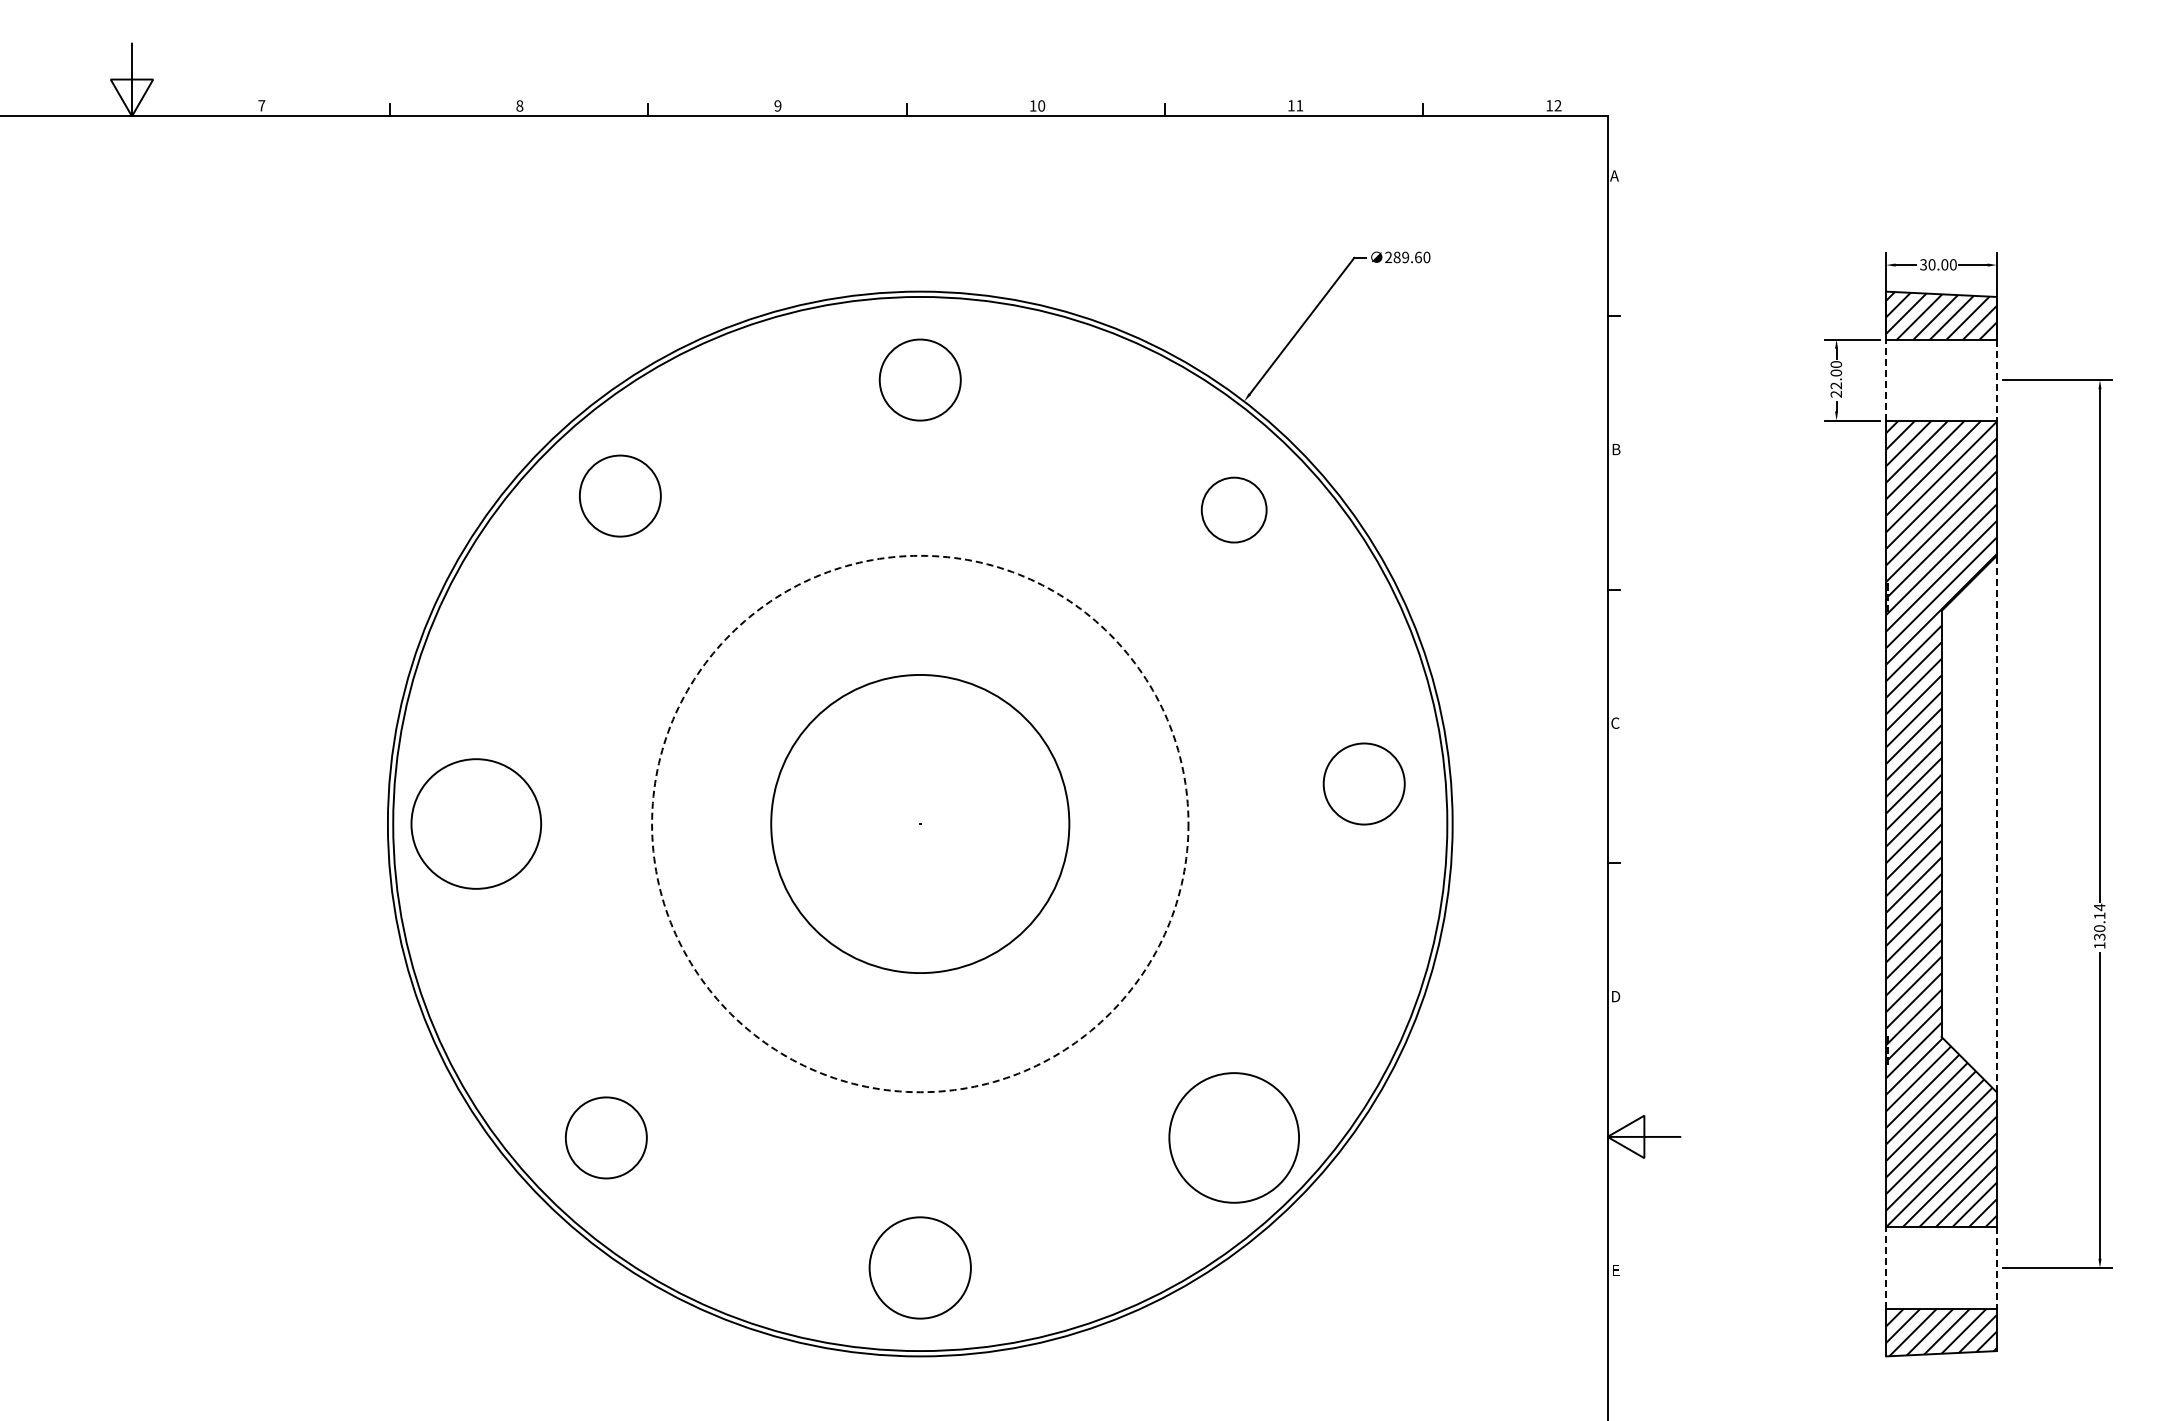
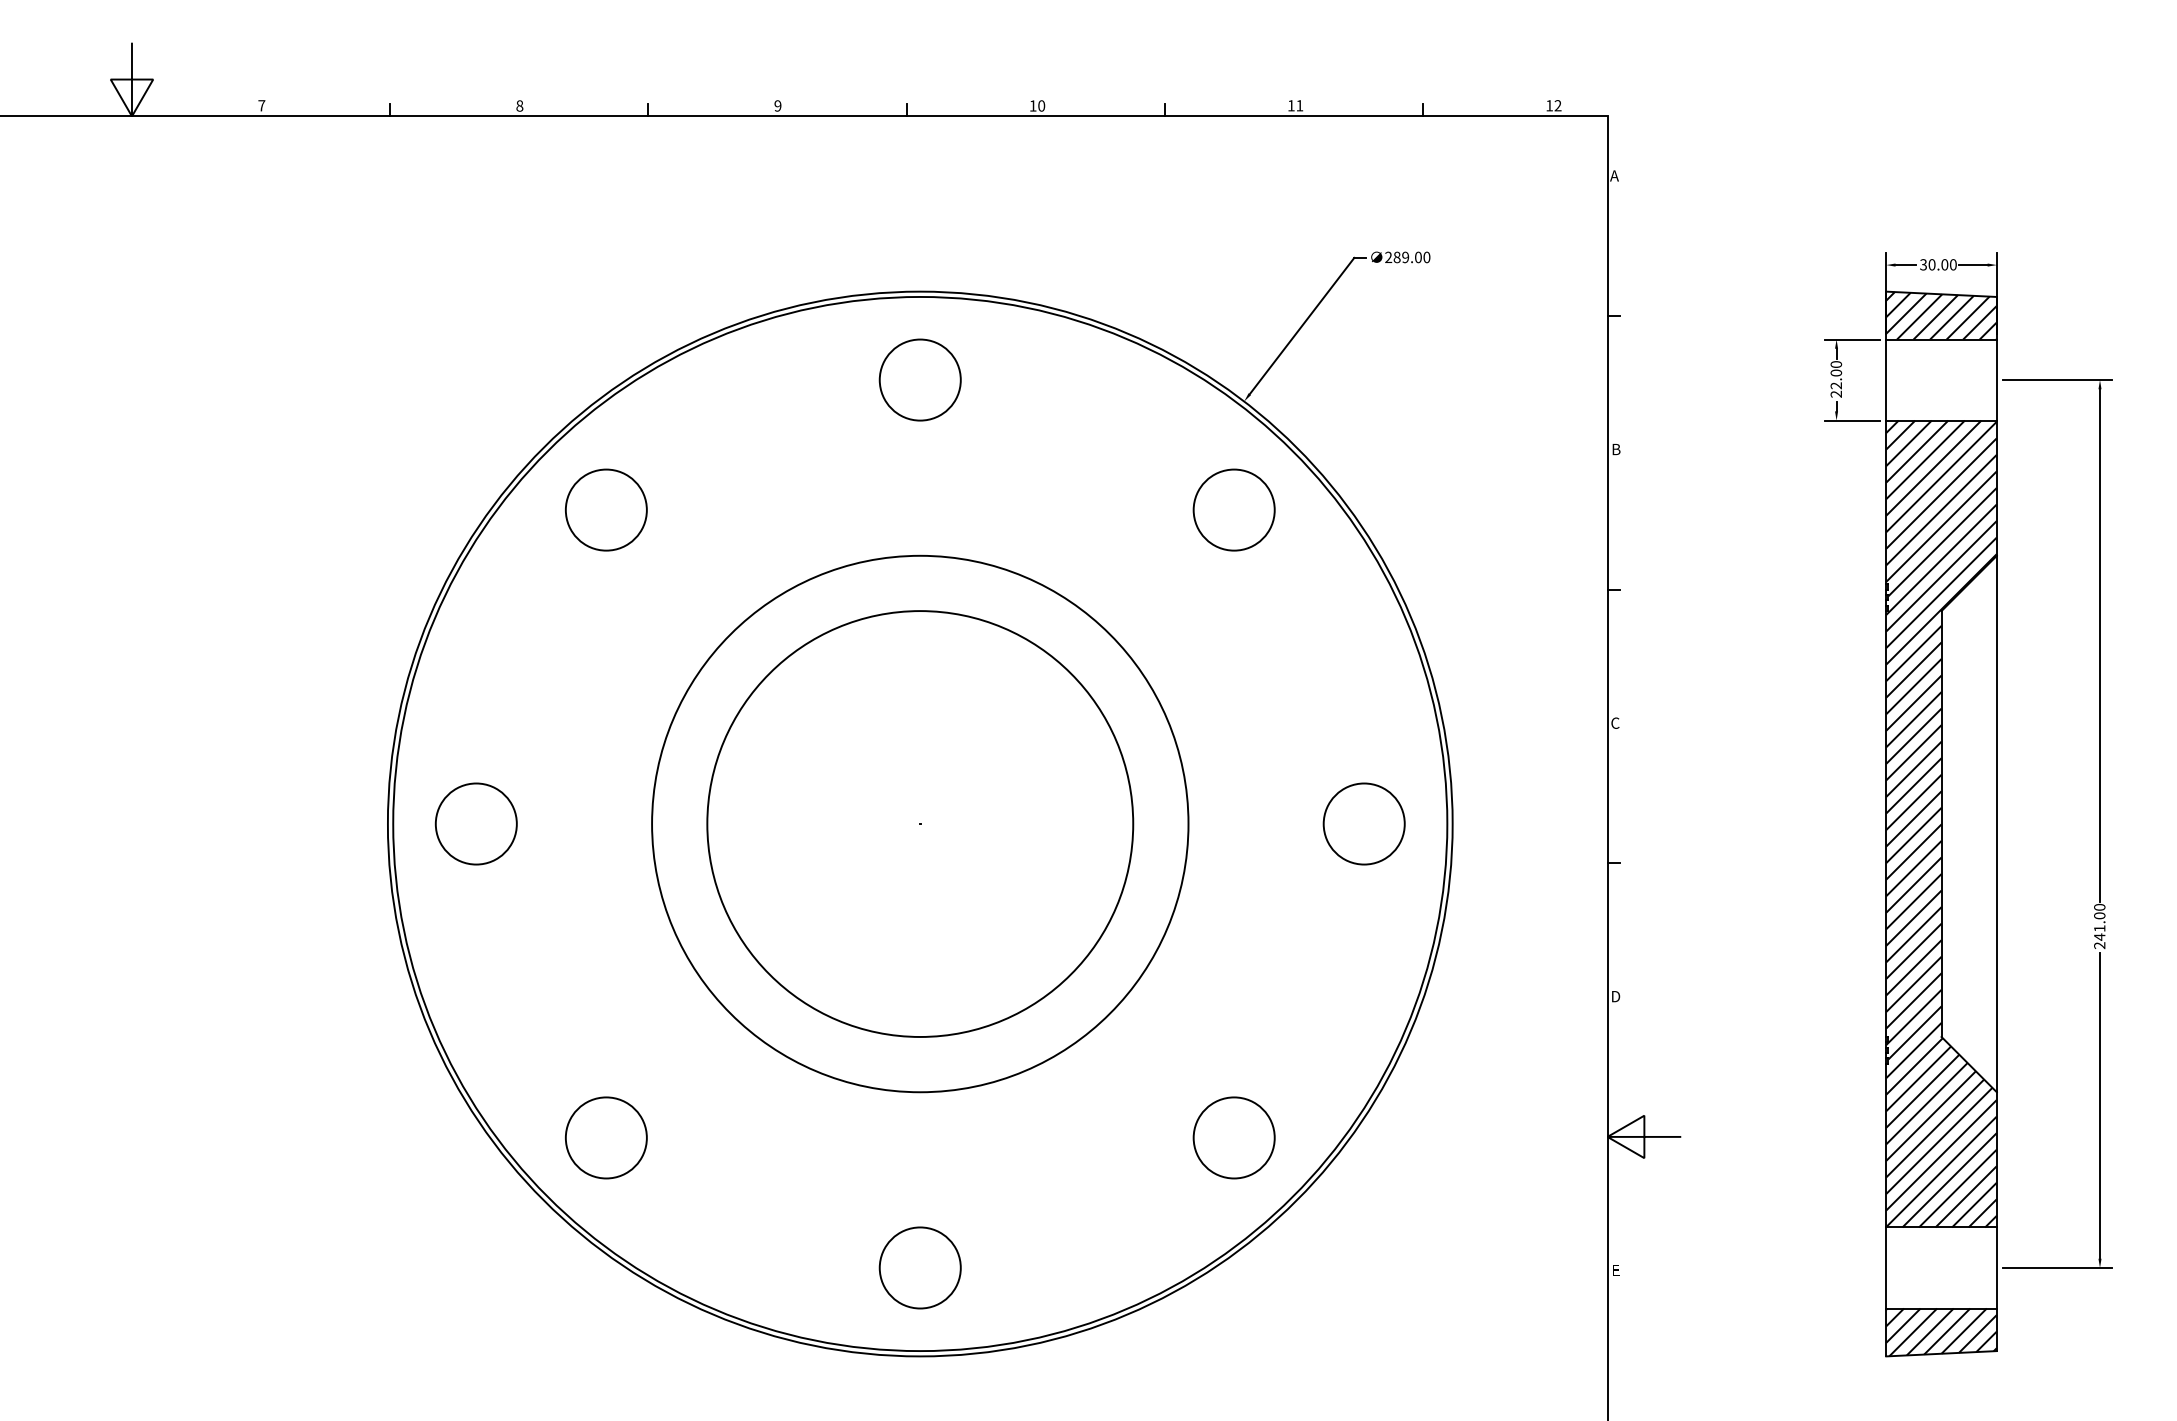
text at (1418, 256): 289.60 -> 289.00
line at (1886, 380): dashed -> solid
line at (1996, 380): dashed -> solid
circle at (620, 495) position: (620, 495) -> (606, 509)
circle at (1233, 509) diameter: 65 px -> 81 px
circle at (1363, 783) position: (1363, 783) -> (1363, 823)
circle at (476, 823) diameter: 130 px -> 81 px
circle at (920, 823) diameter: 298 px -> 426 px
circle at (920, 823): dashed -> solid
line at (1996, 823): dashed -> solid
text at (2099, 926): 130.14 -> 241.00
circle at (1234, 1137) diameter: 130 px -> 81 px
circle at (919, 1267) diameter: 101 px -> 81 px
line at (1886, 1267): dashed -> solid
line at (1996, 1267): dashed -> solid
